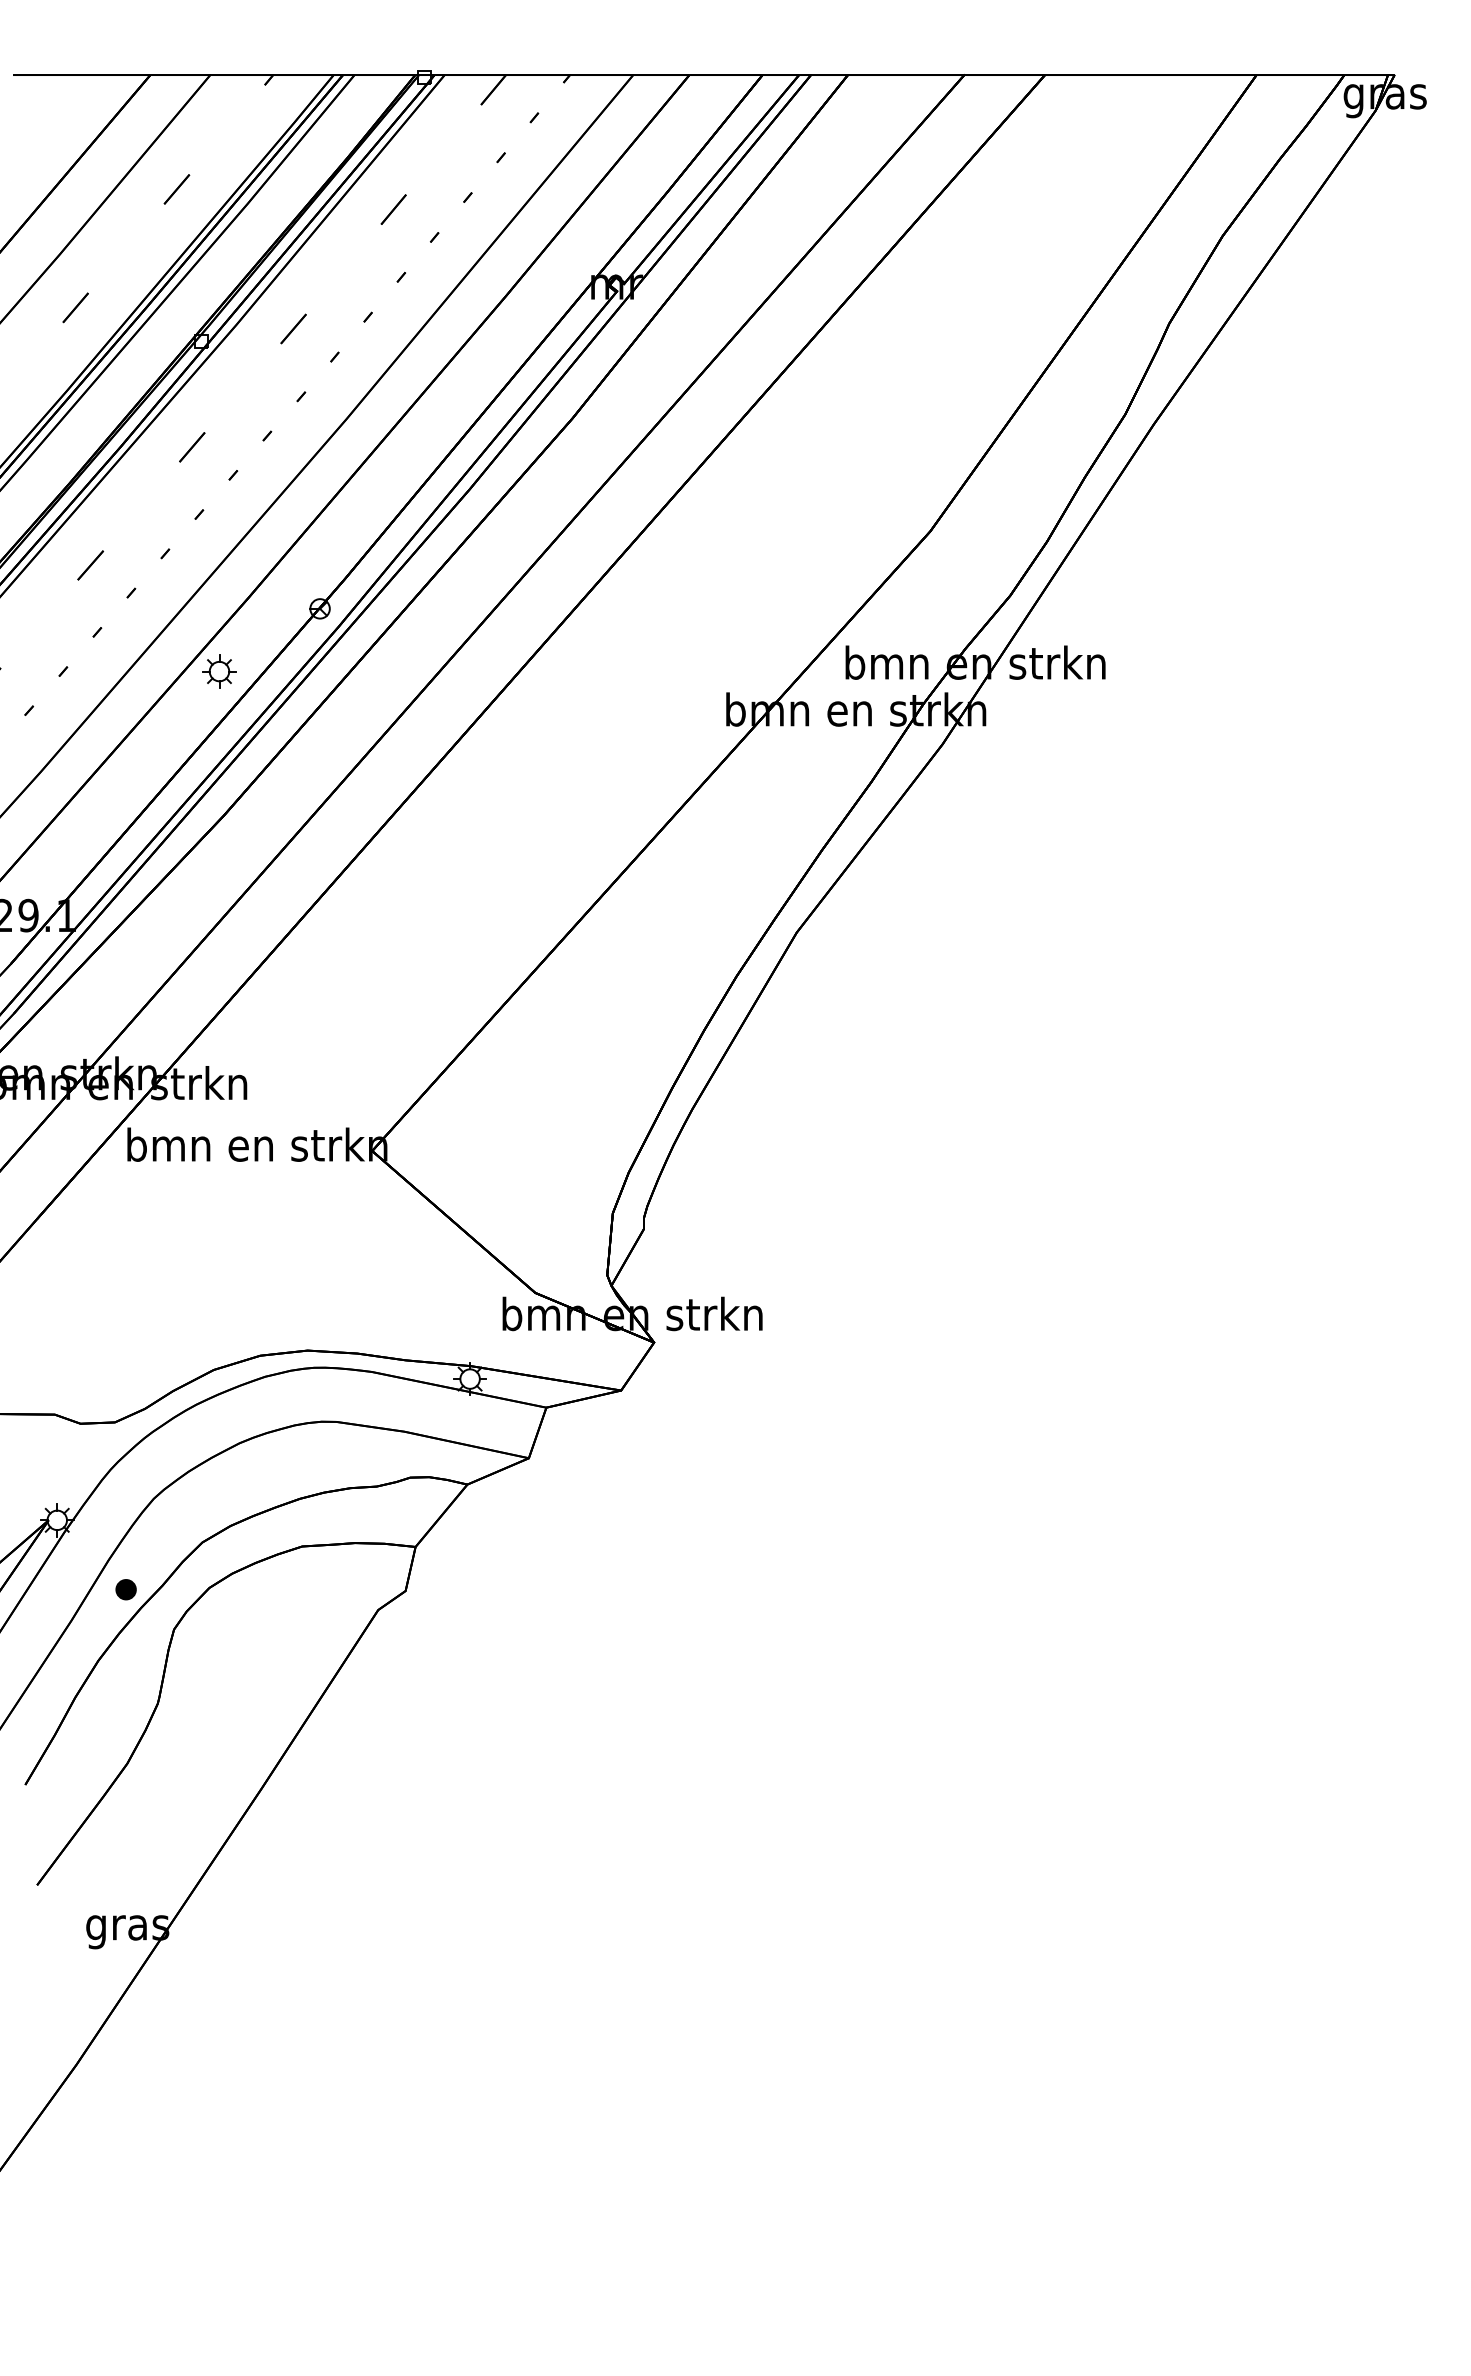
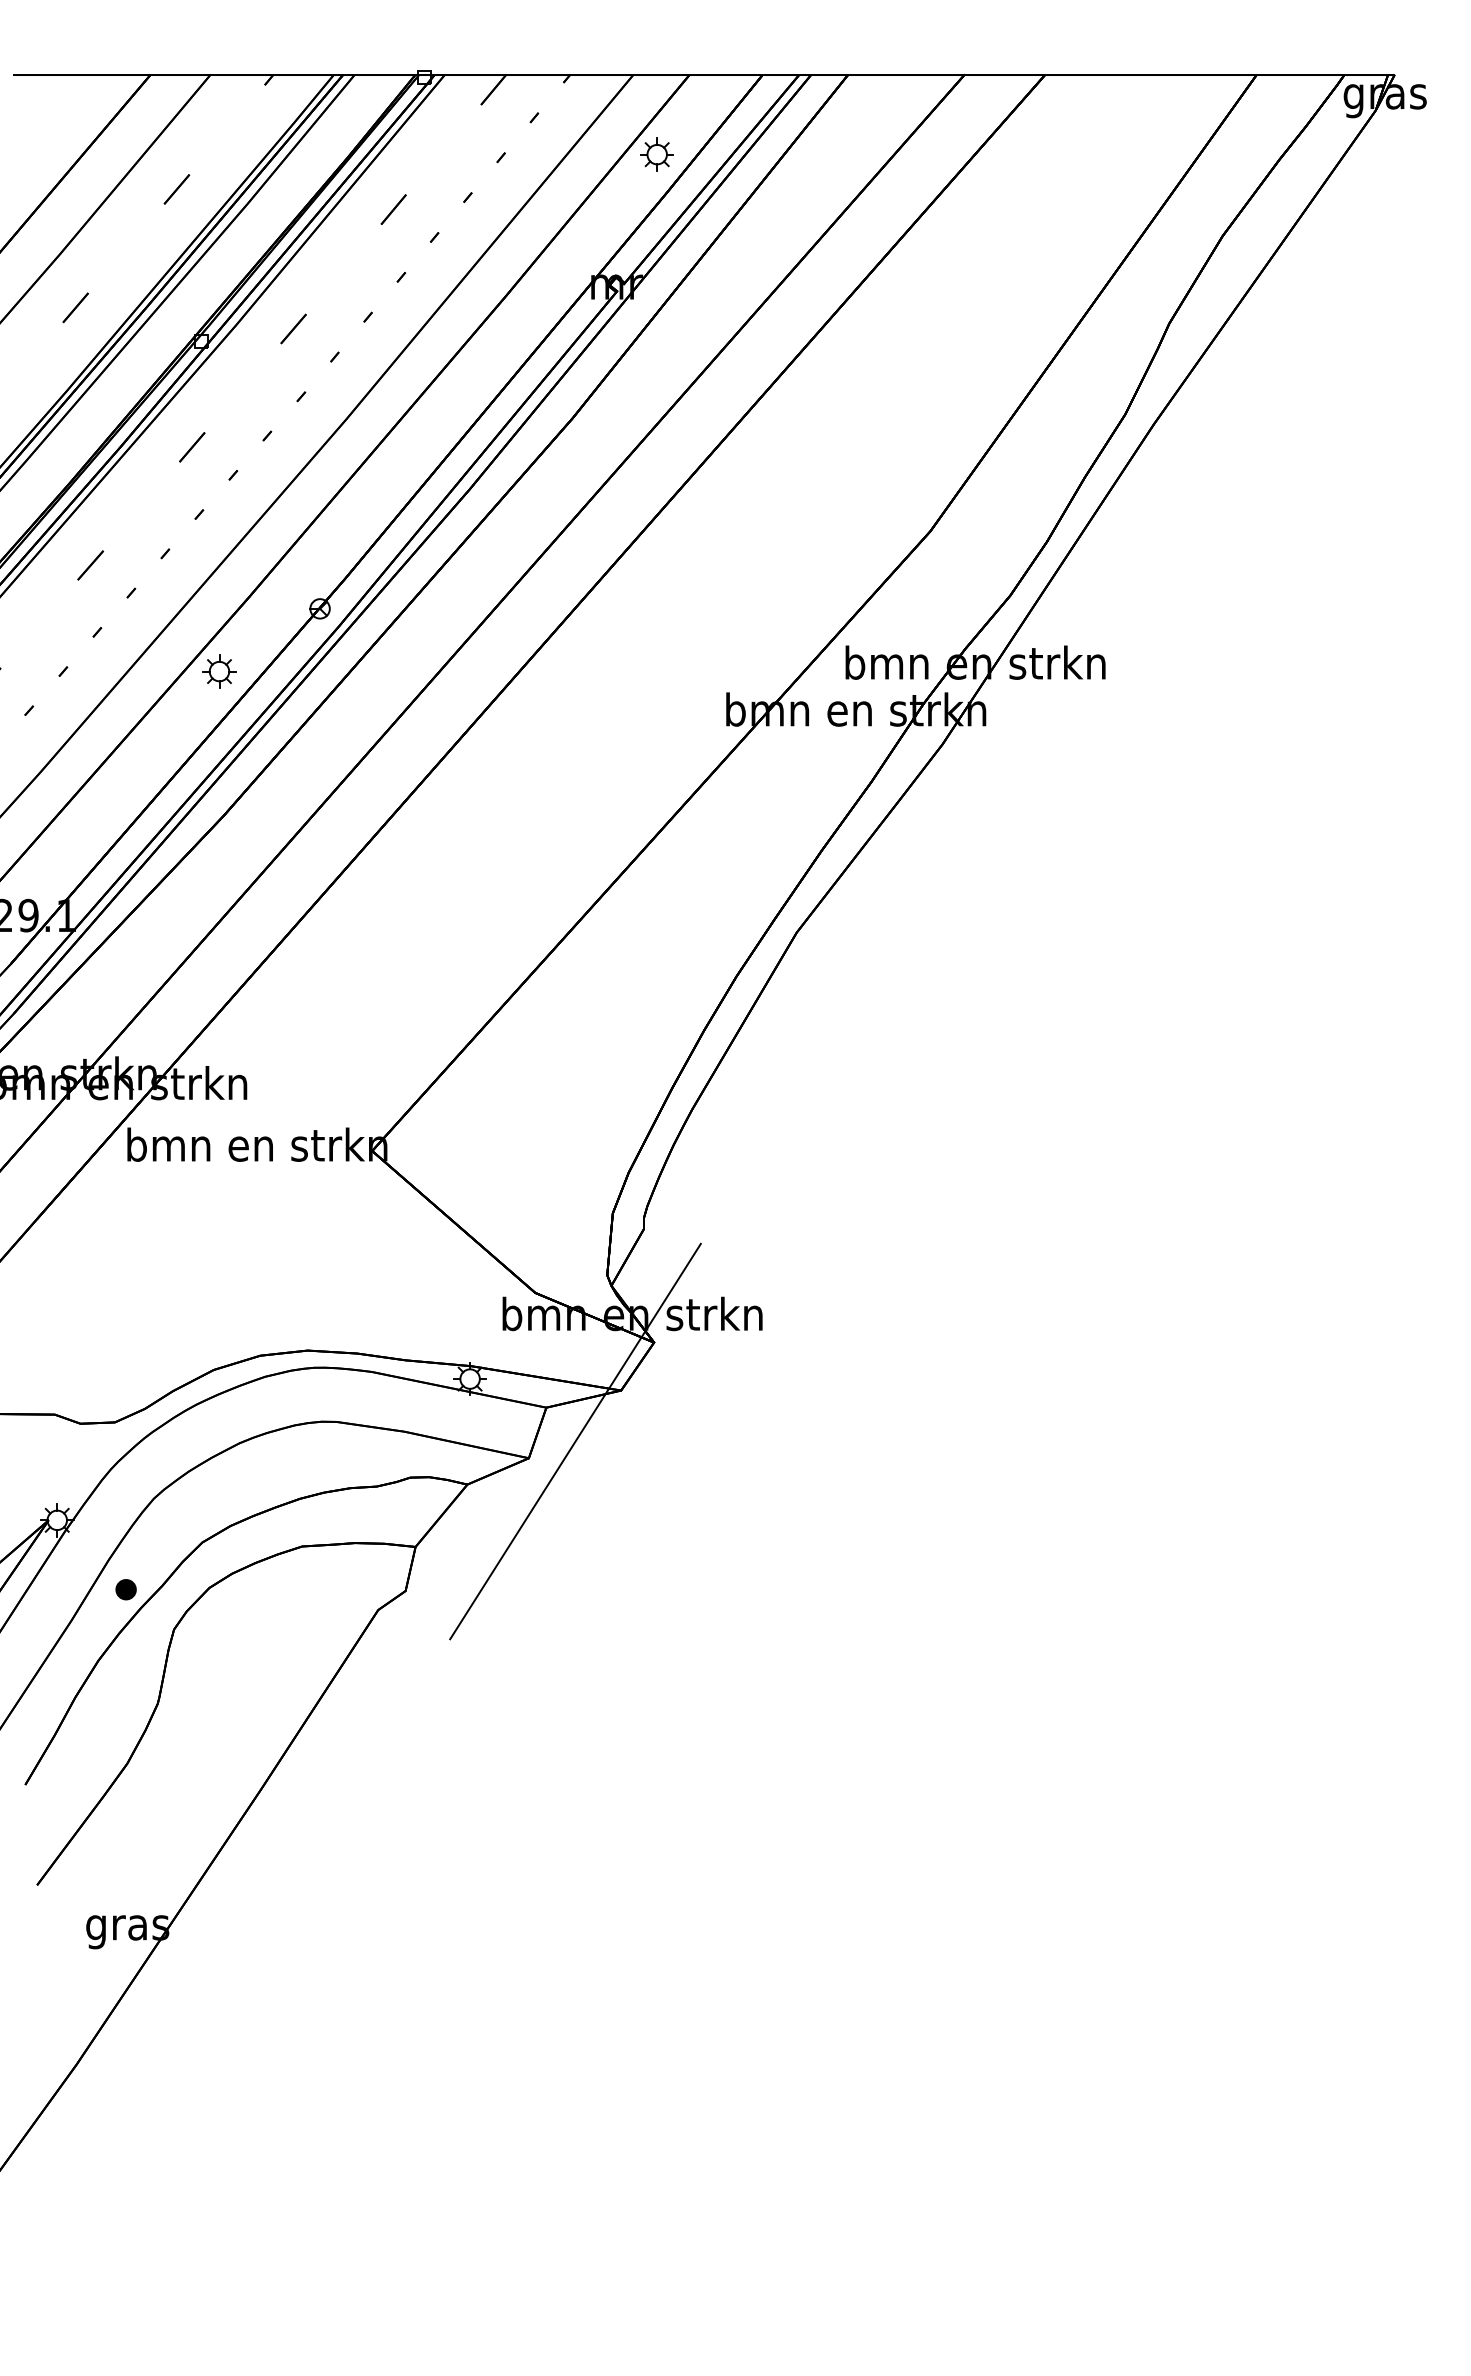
part at (656, 154): none -> present
line at (575, 1441): none -> present
